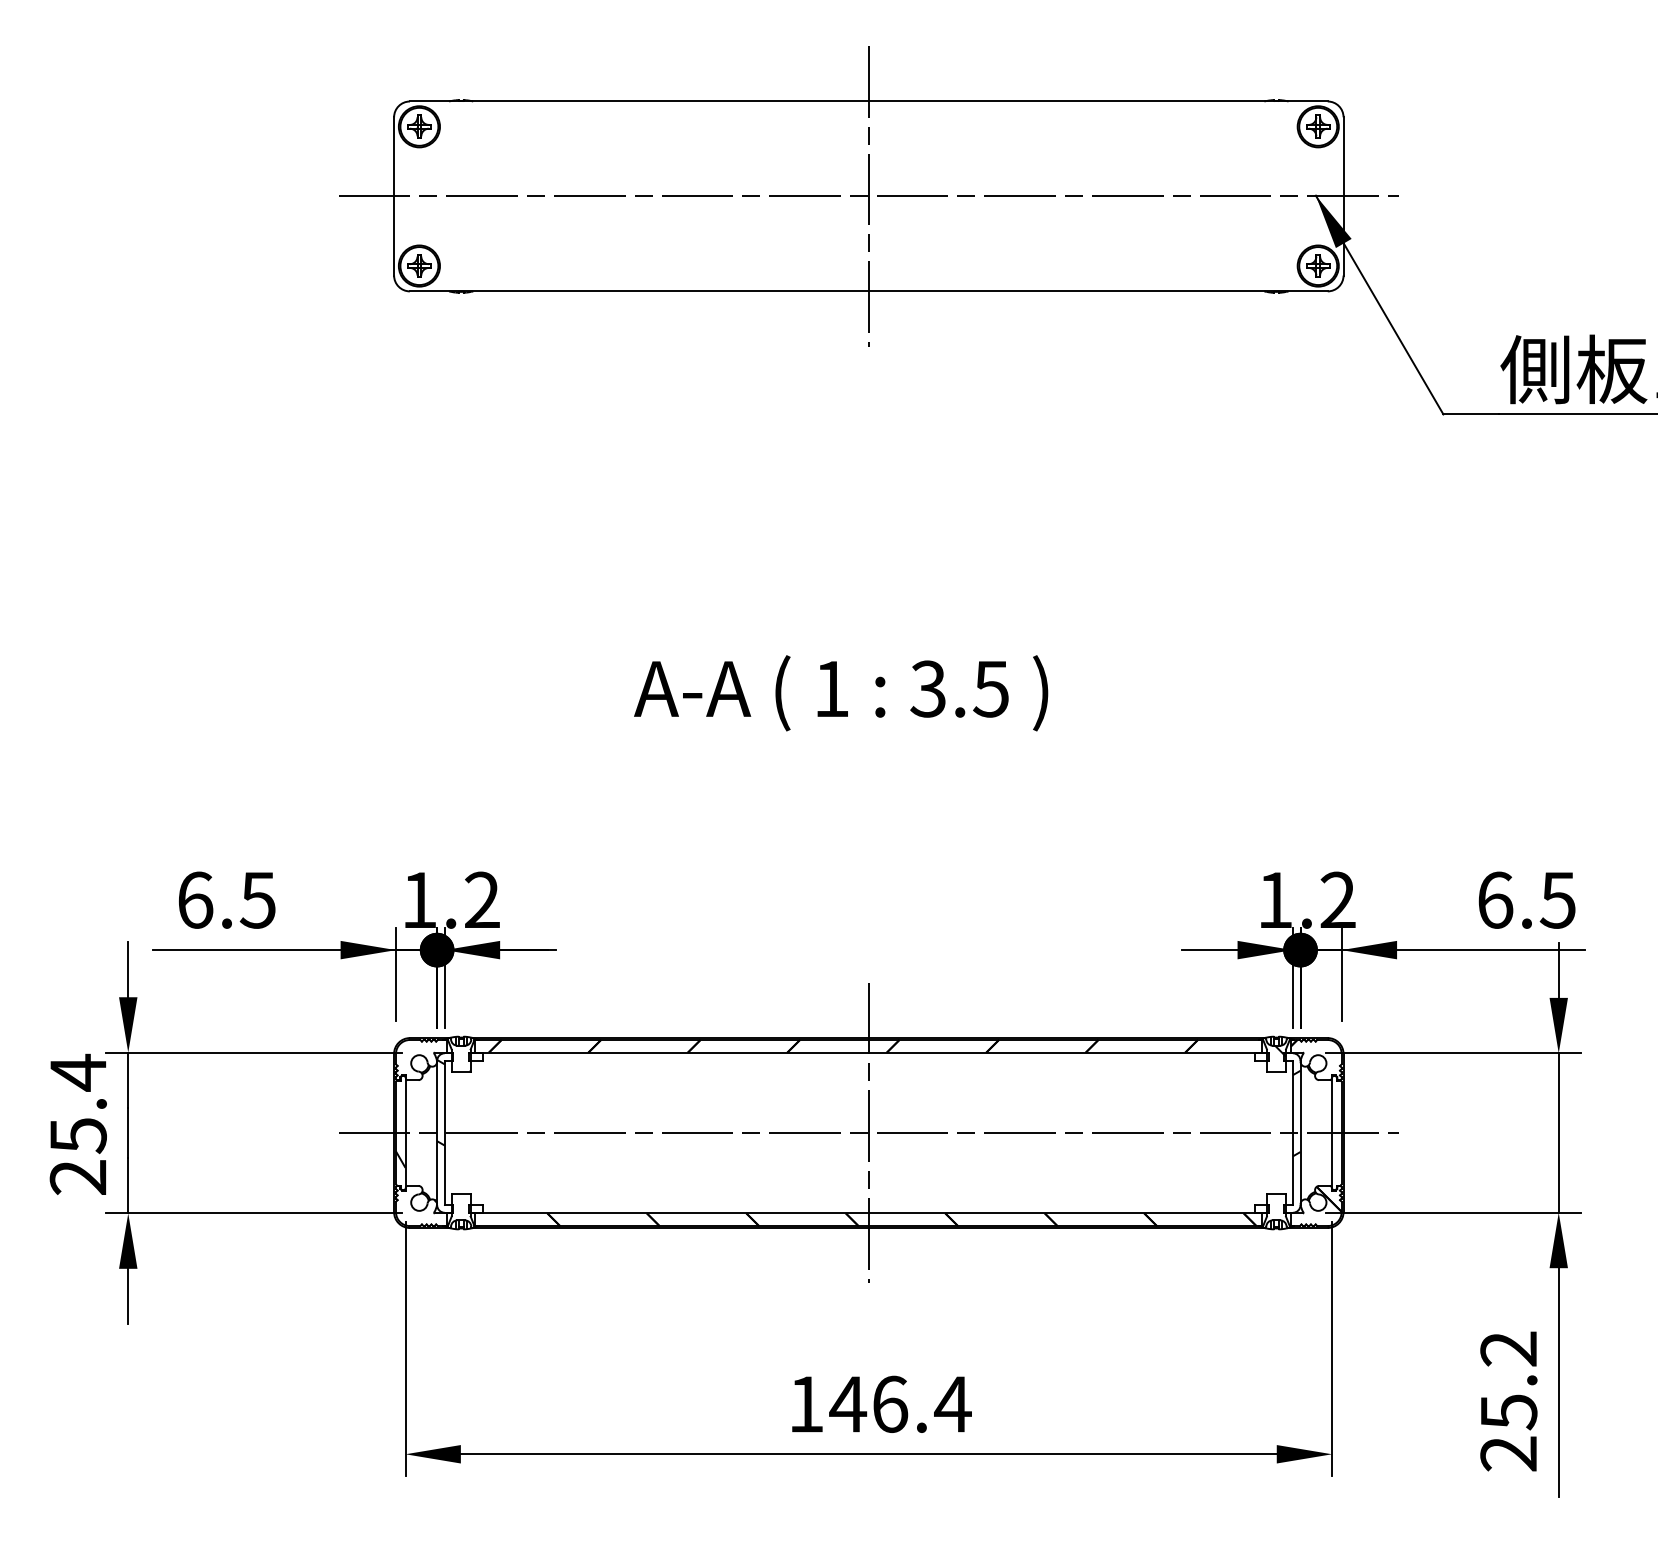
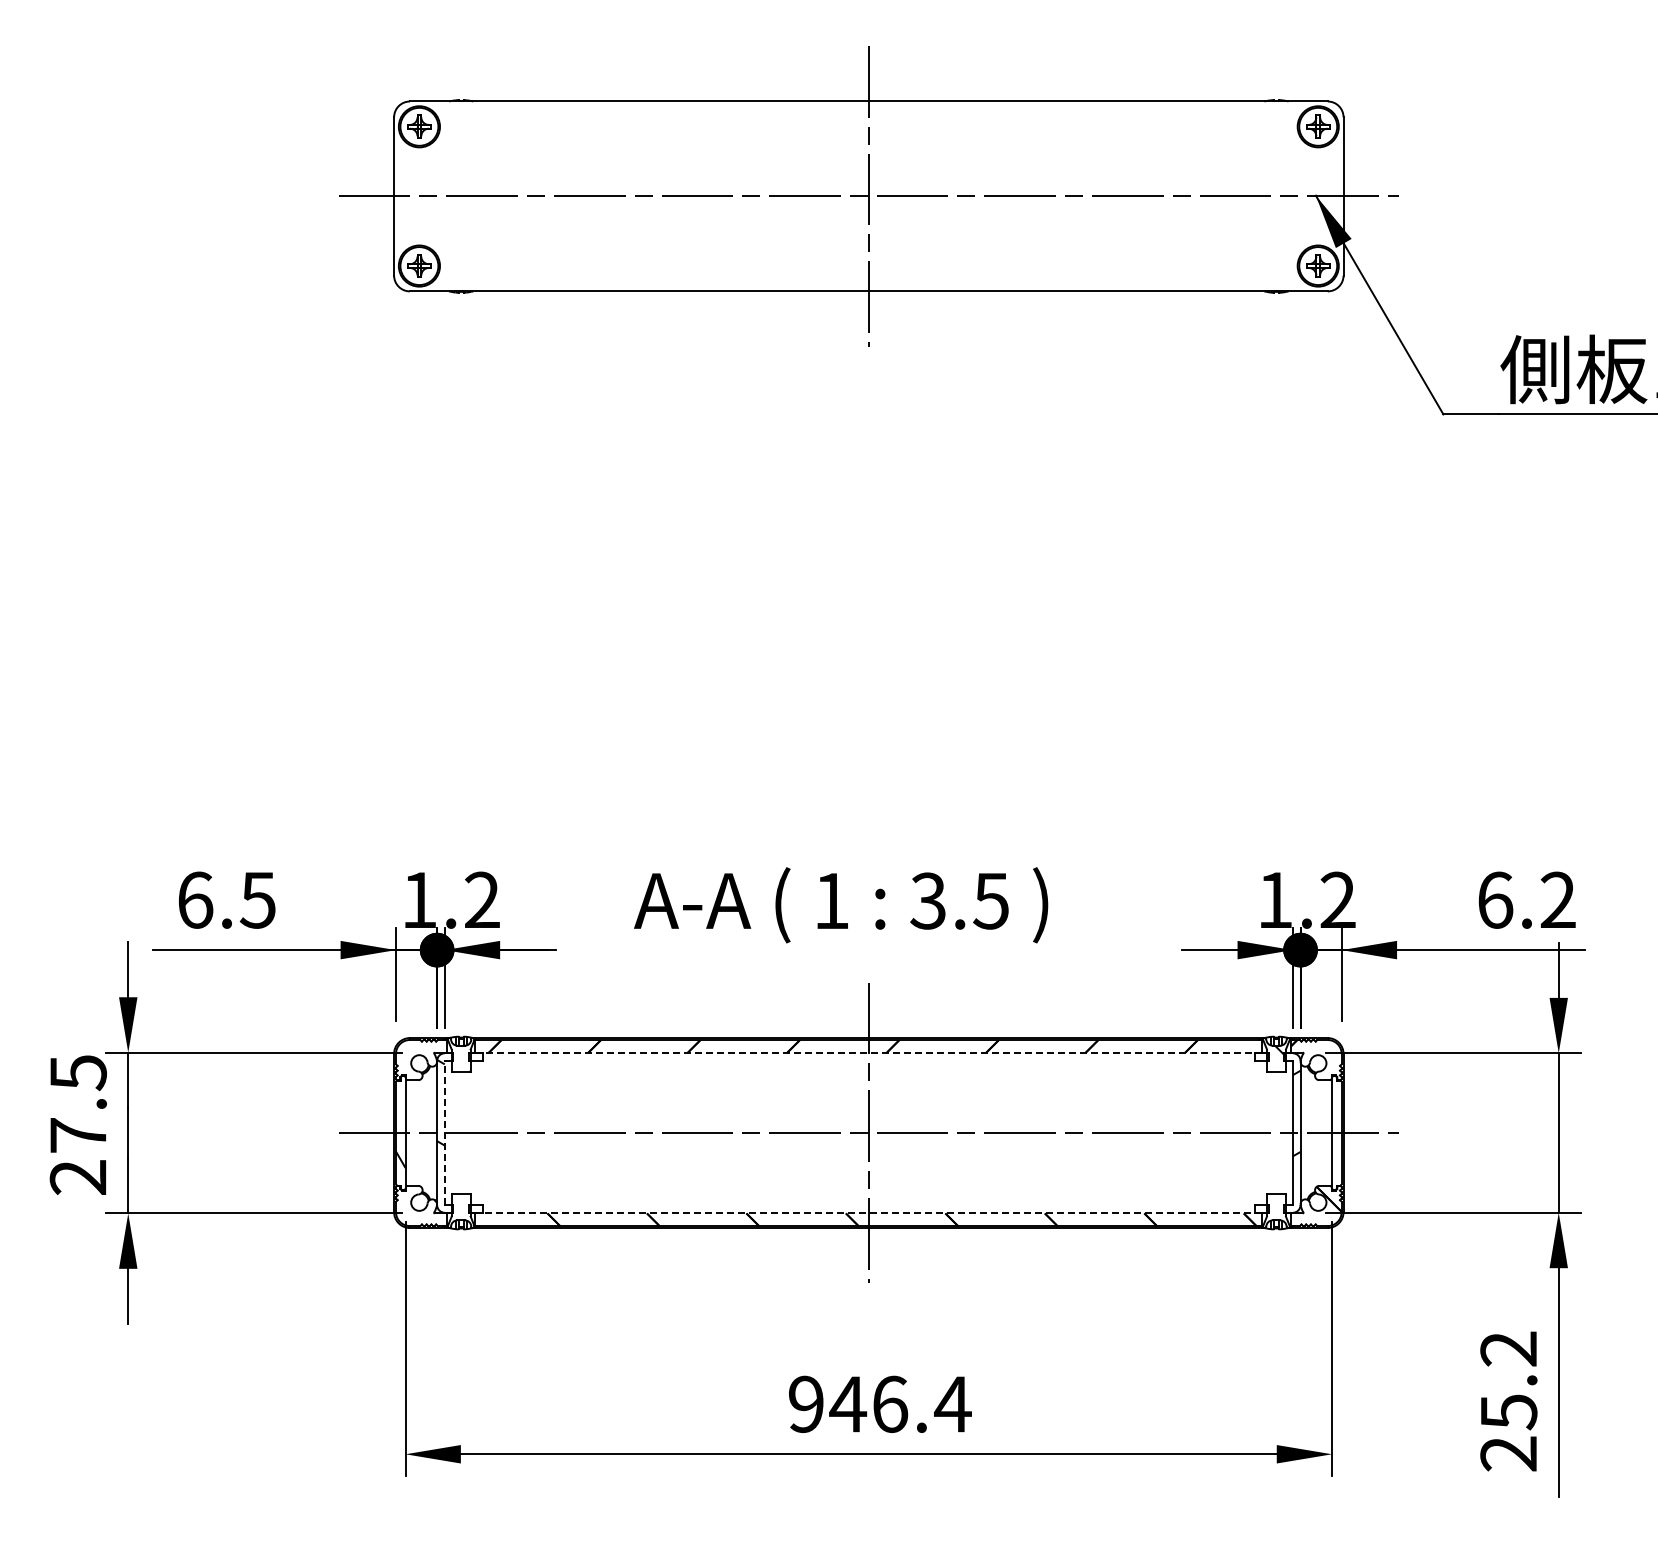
text at (841, 693) position: (841, 693) -> (841, 905)
text at (1557, 899): 6.5 -> 6.2
line at (869, 1052): solid -> dashed
text at (78, 1103): 25.4 -> 27.5
line at (444, 1132): solid -> dashed
line at (868, 1213): solid -> dashed
text at (806, 1403): 146.4 -> 946.4
